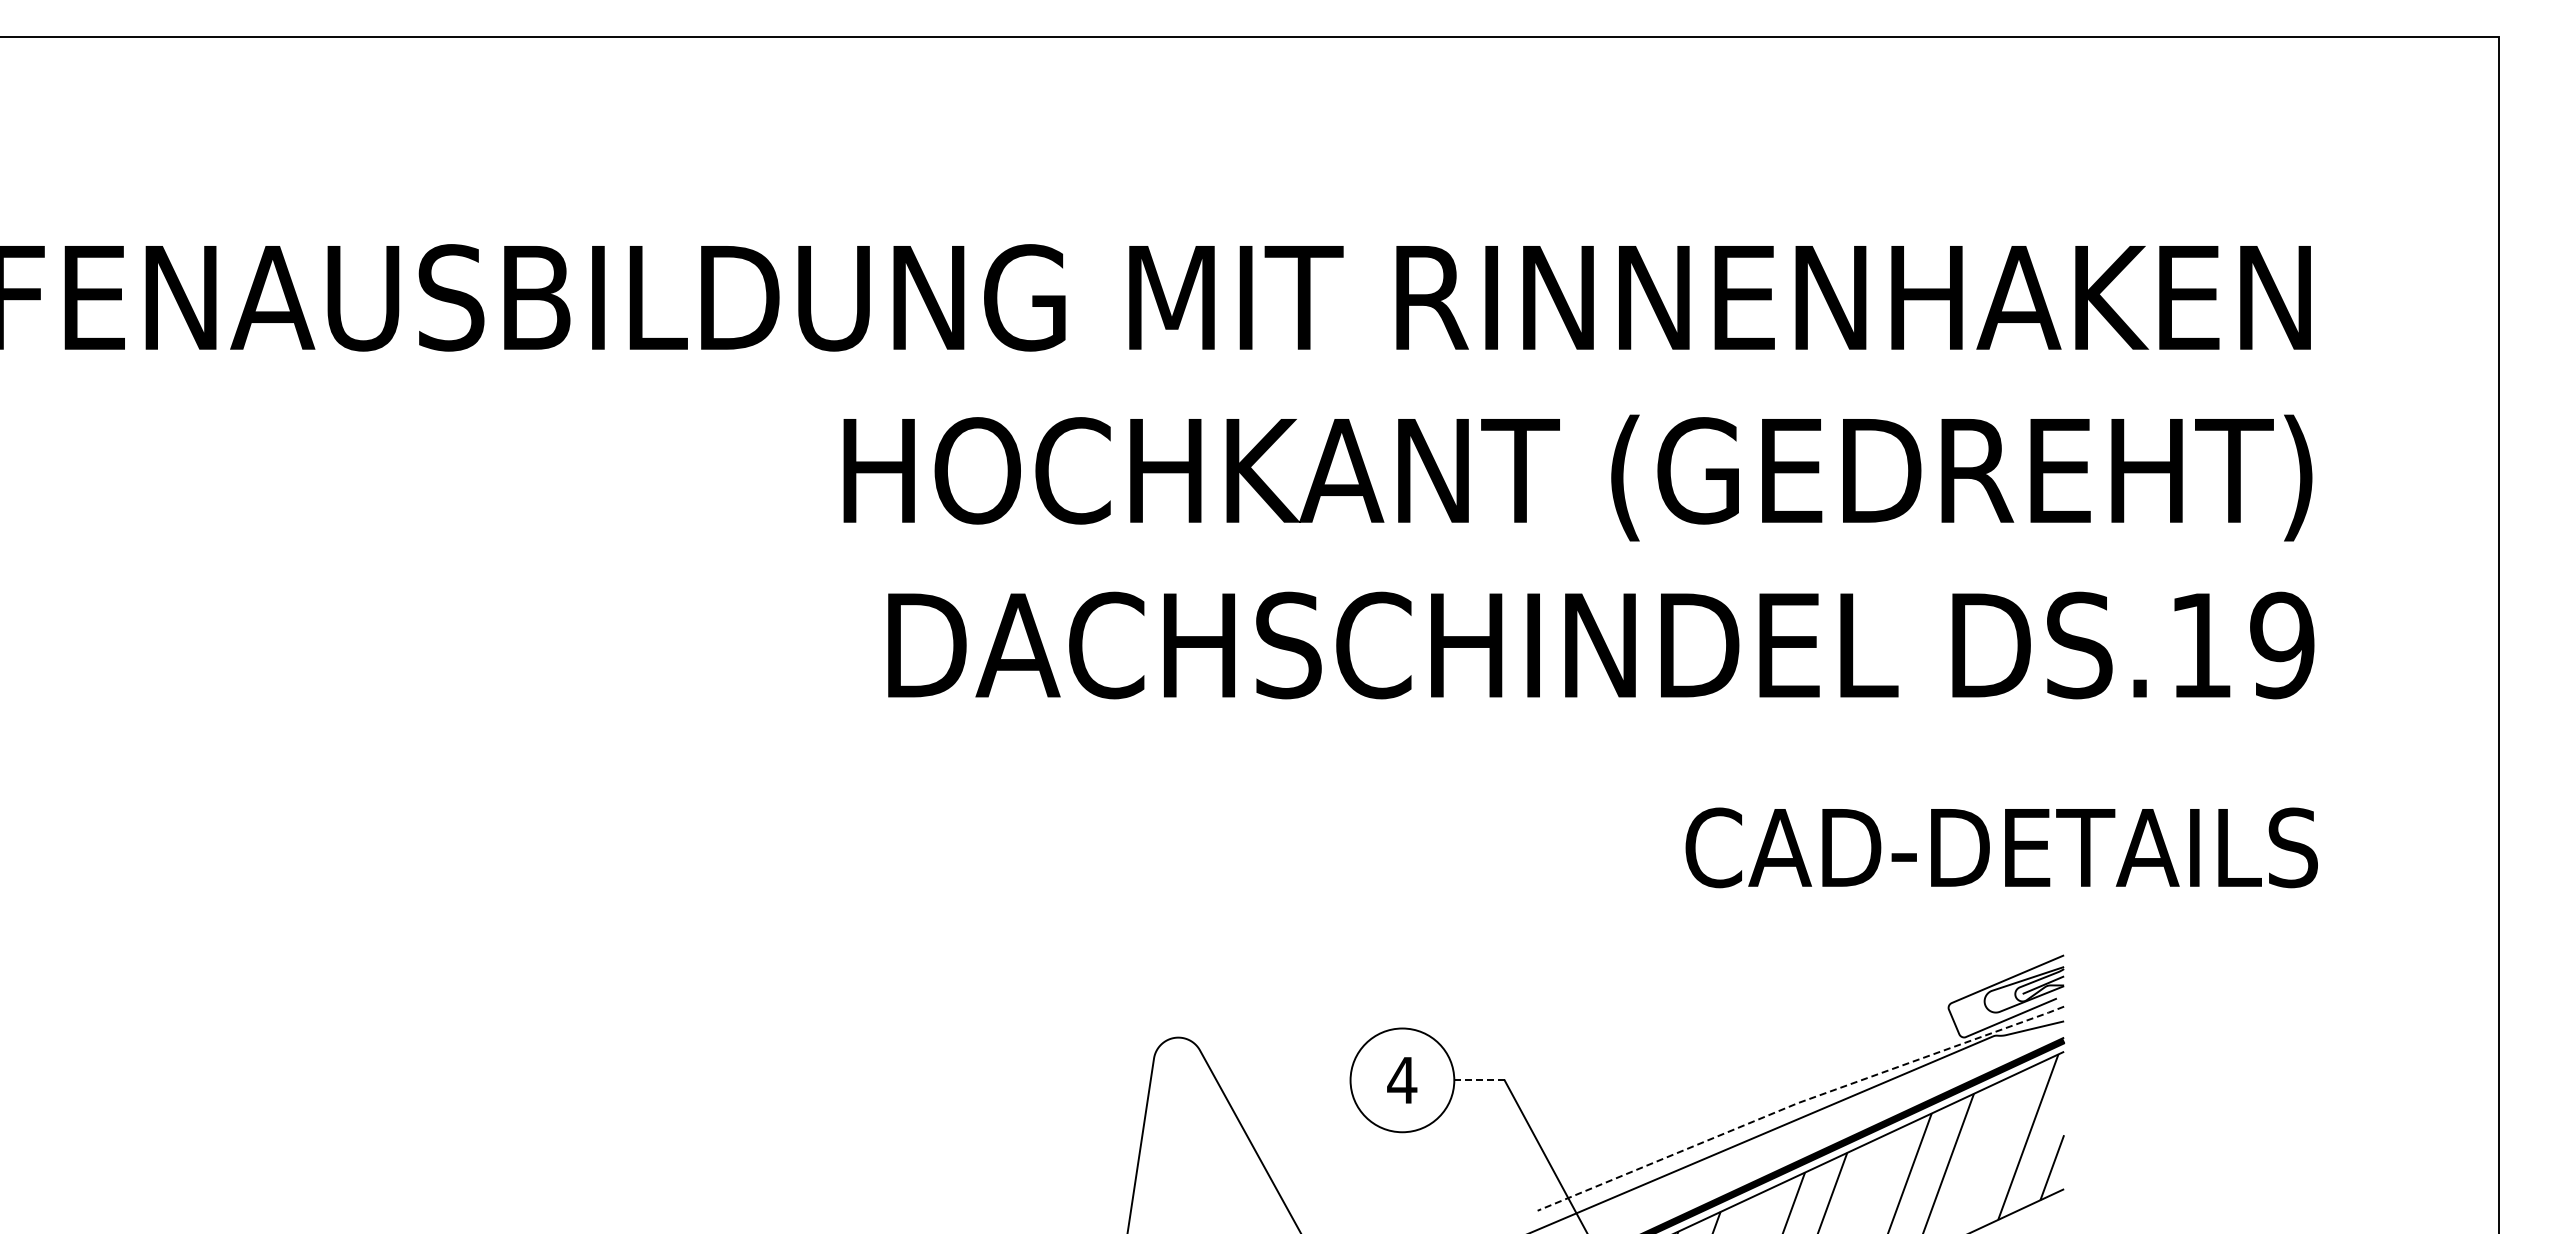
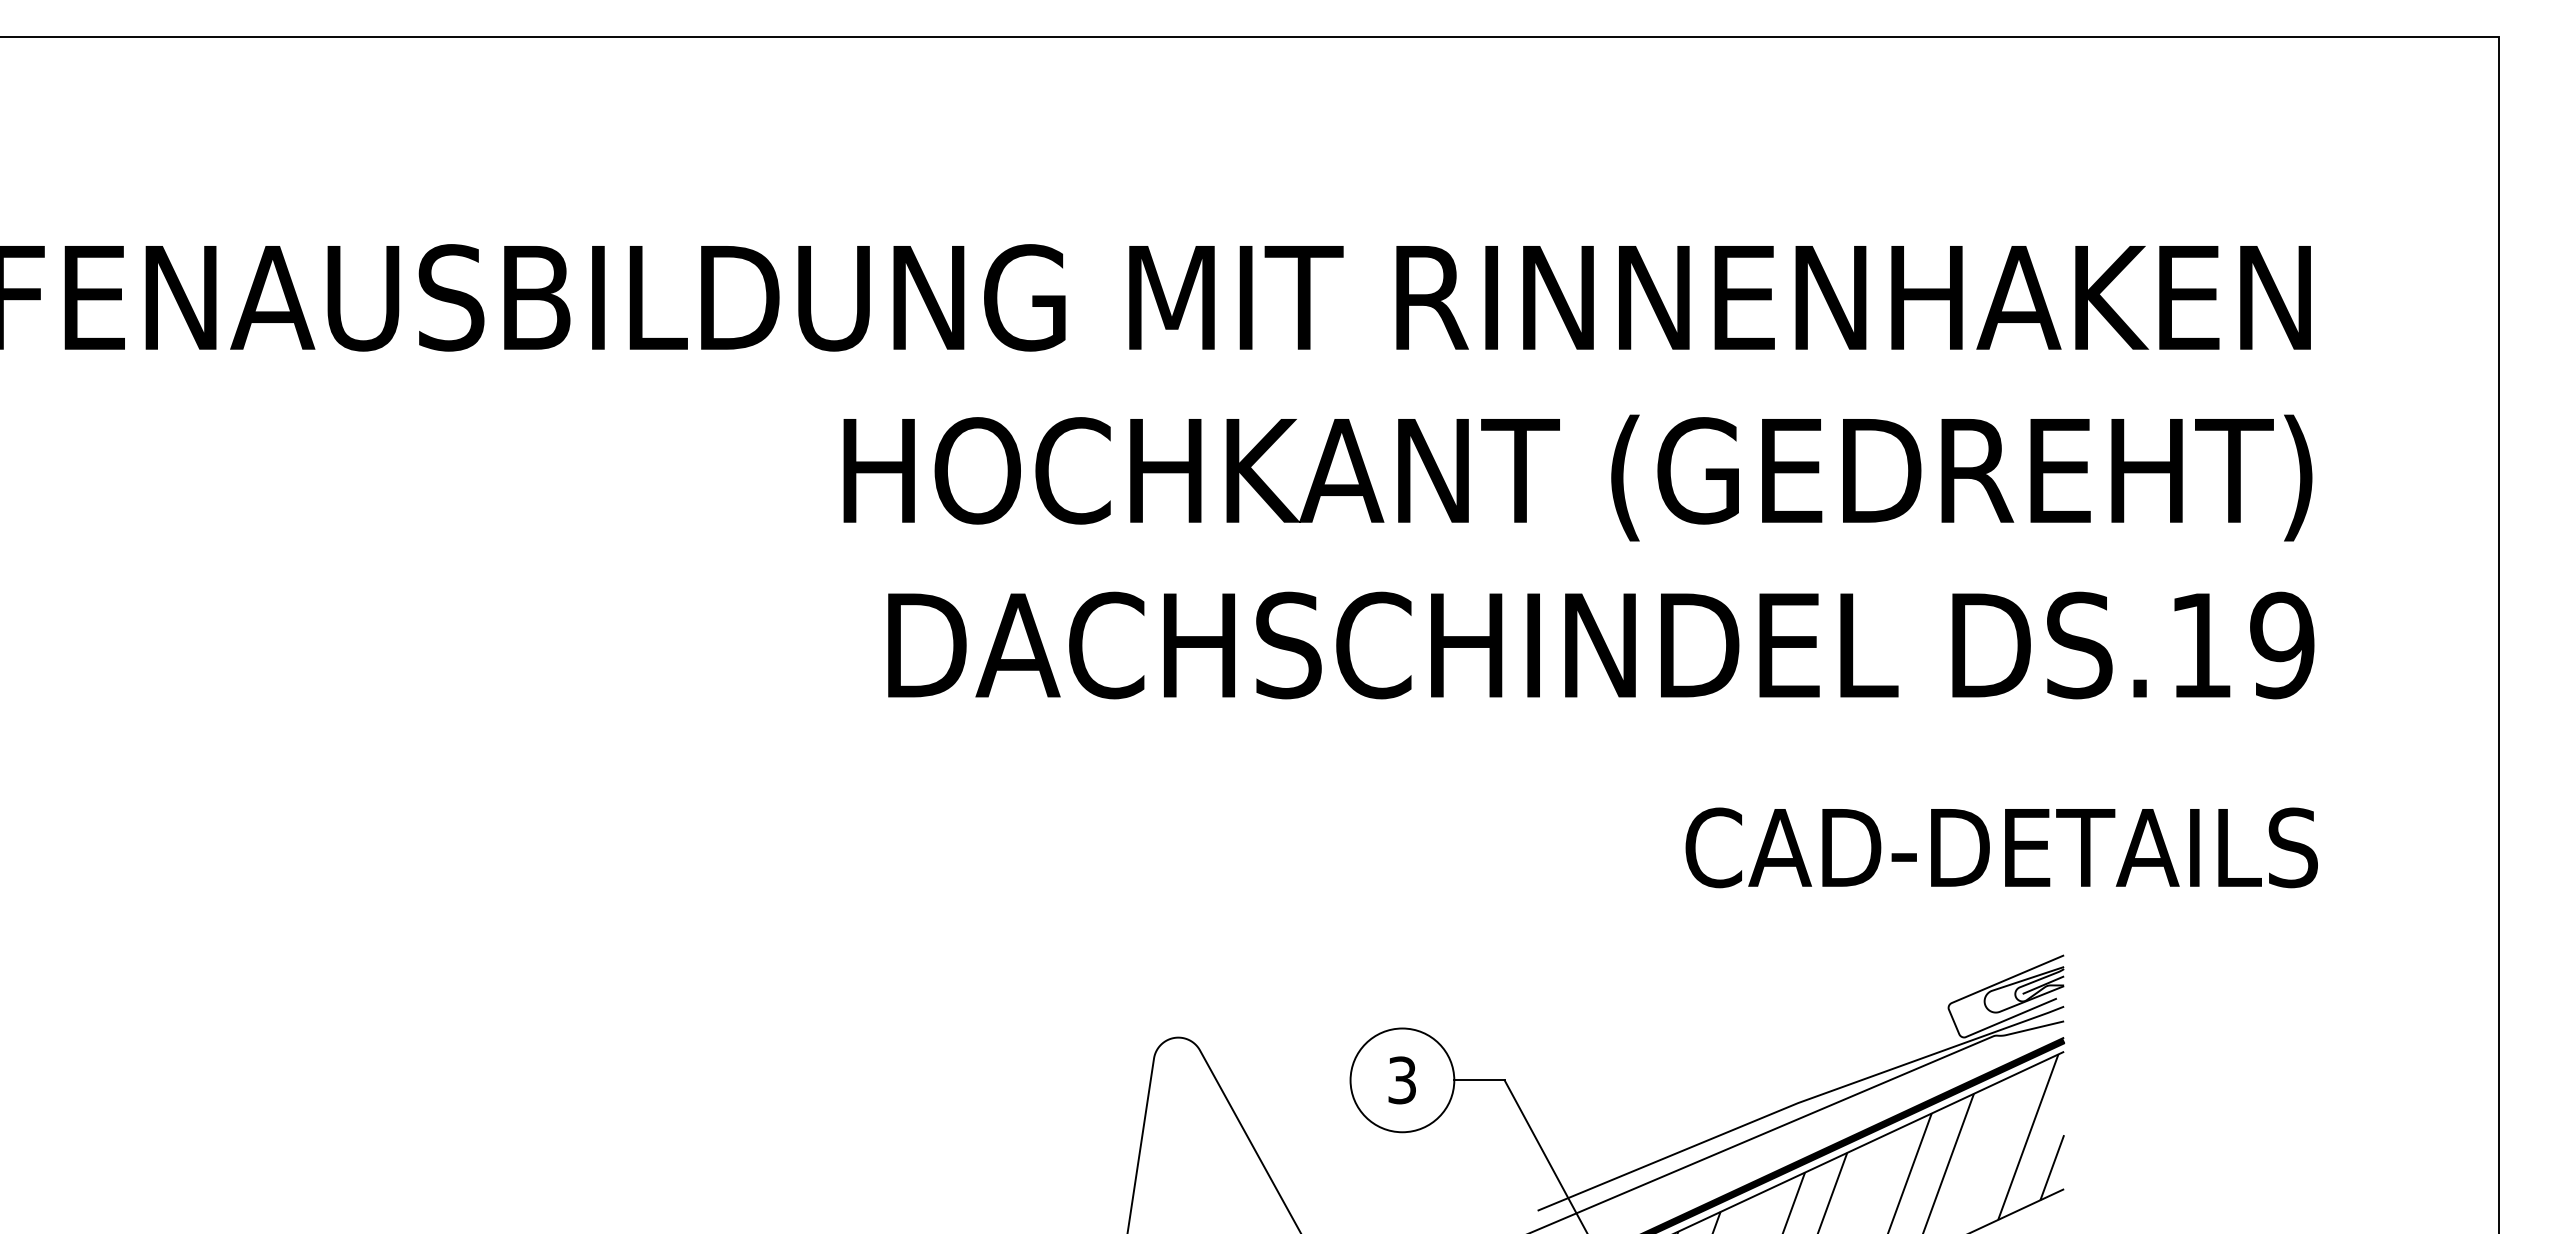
text at (1402, 1080): 4 -> 3
line at (1479, 1080): dashed -> solid
line at (1799, 1102): dashed -> solid
